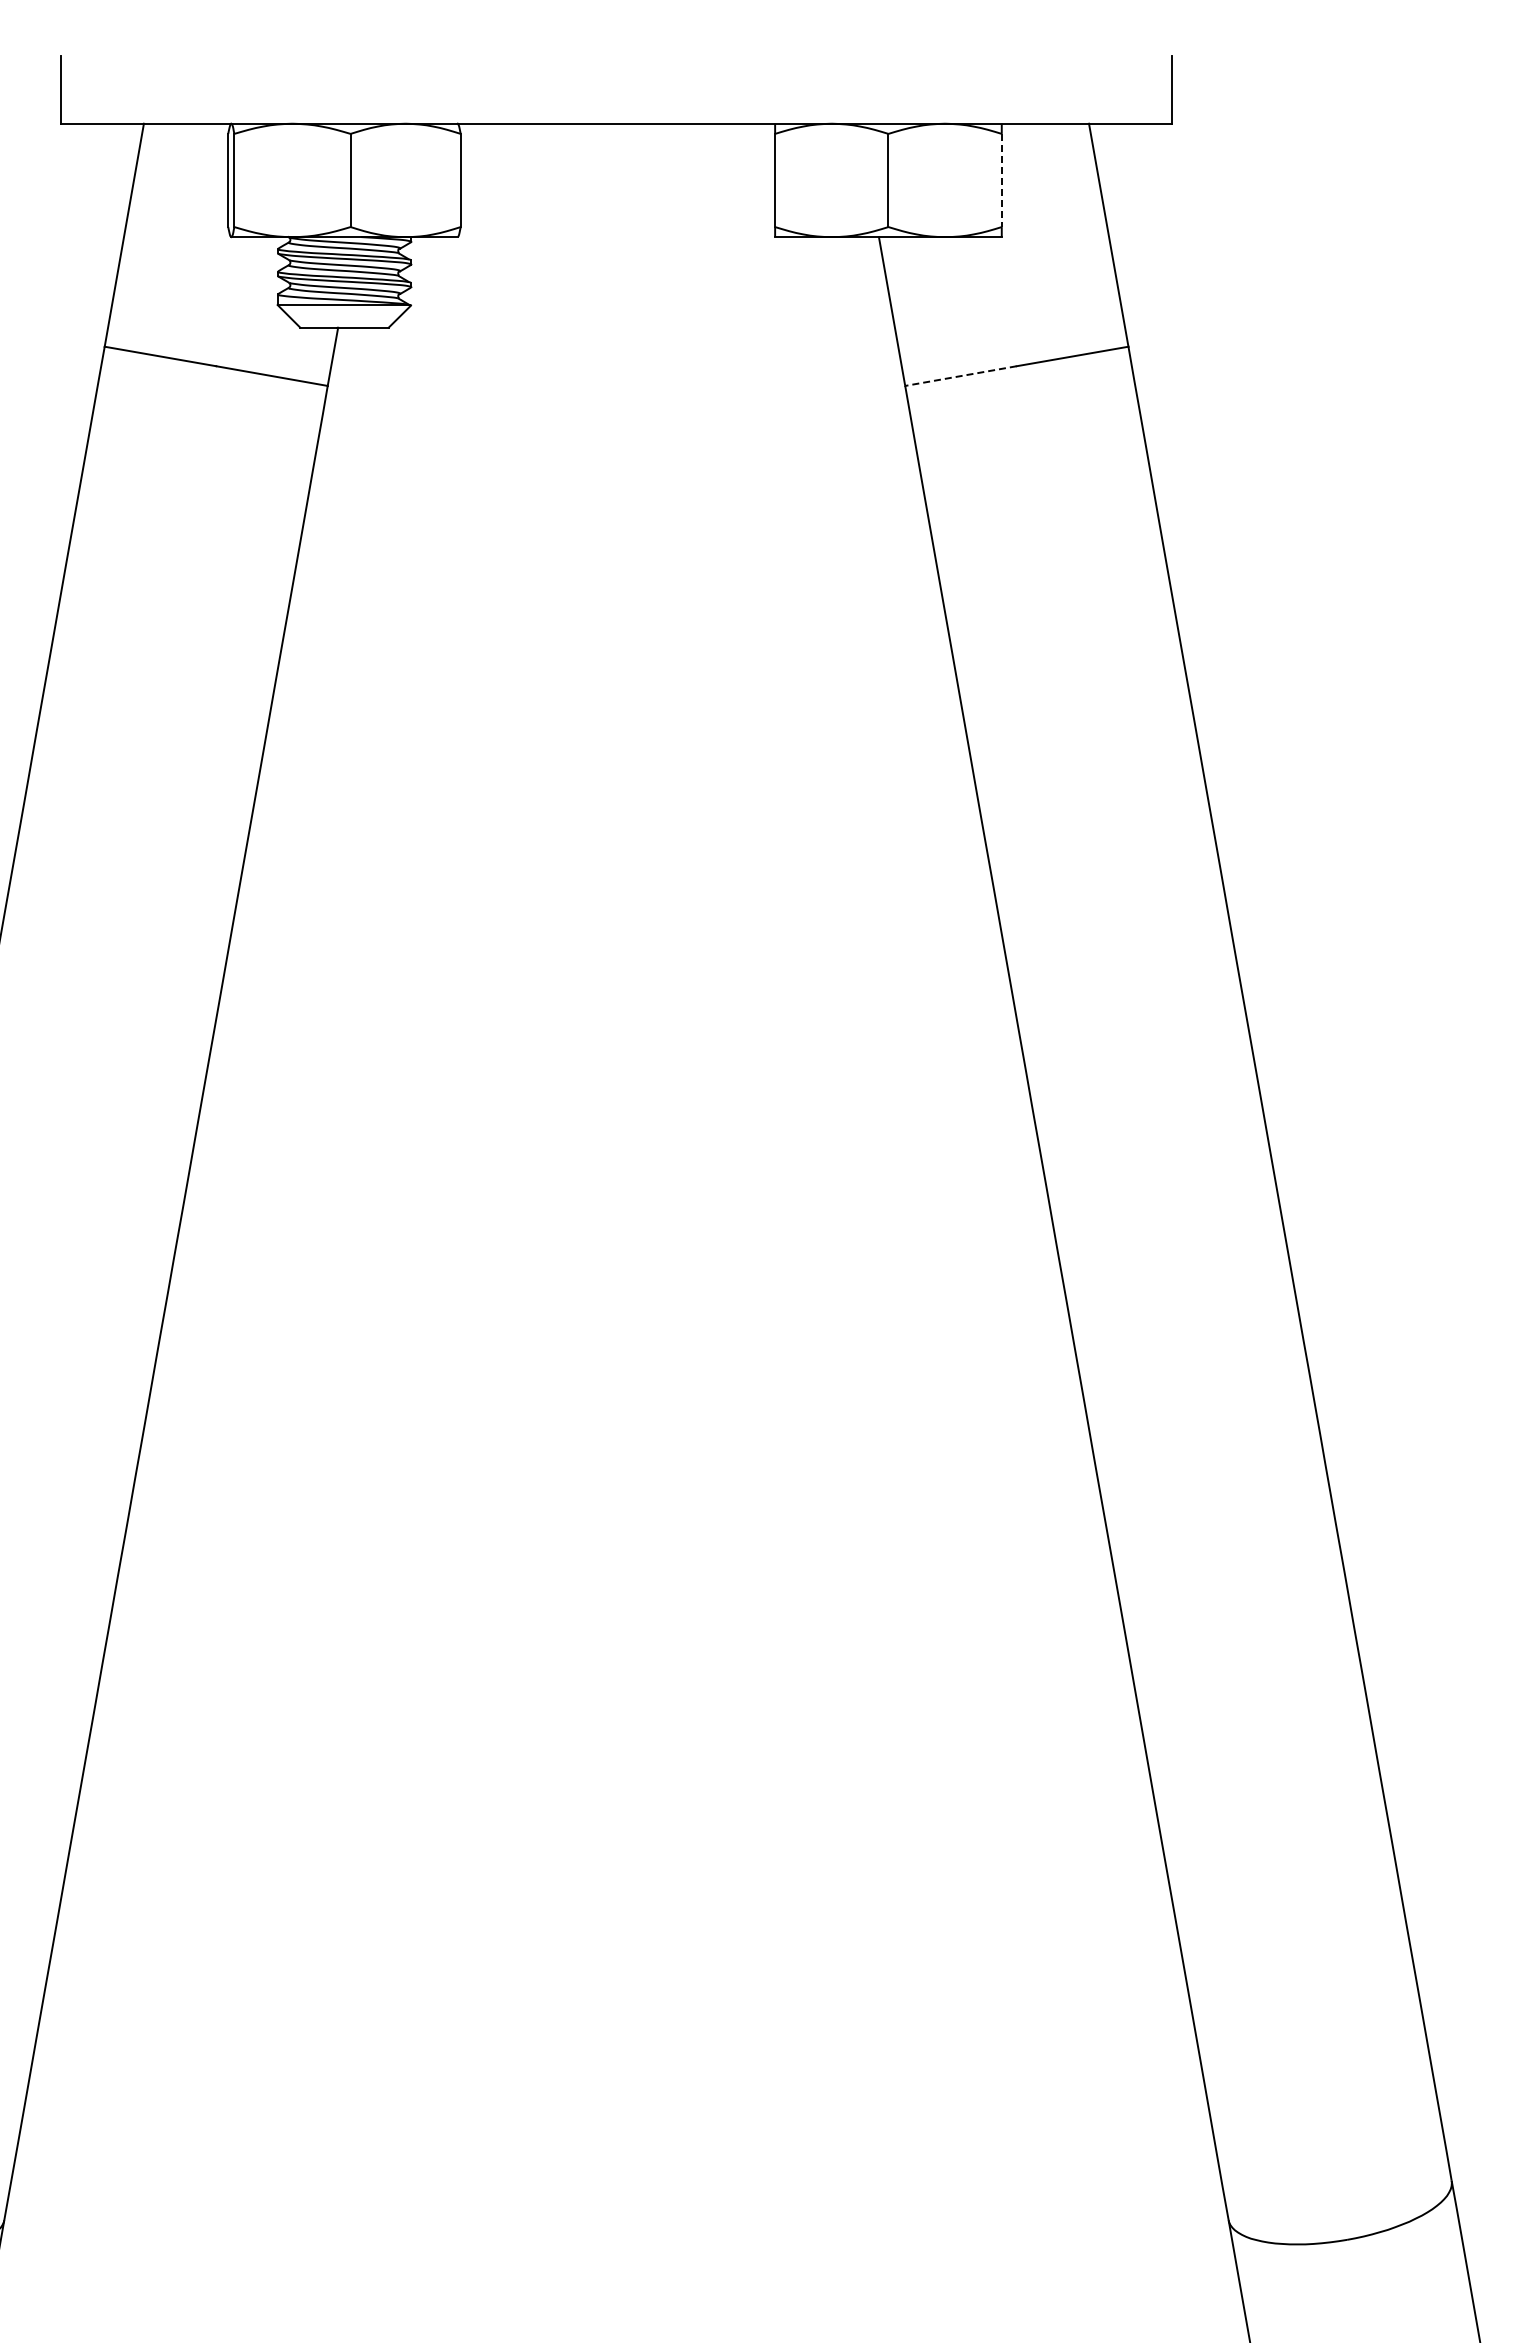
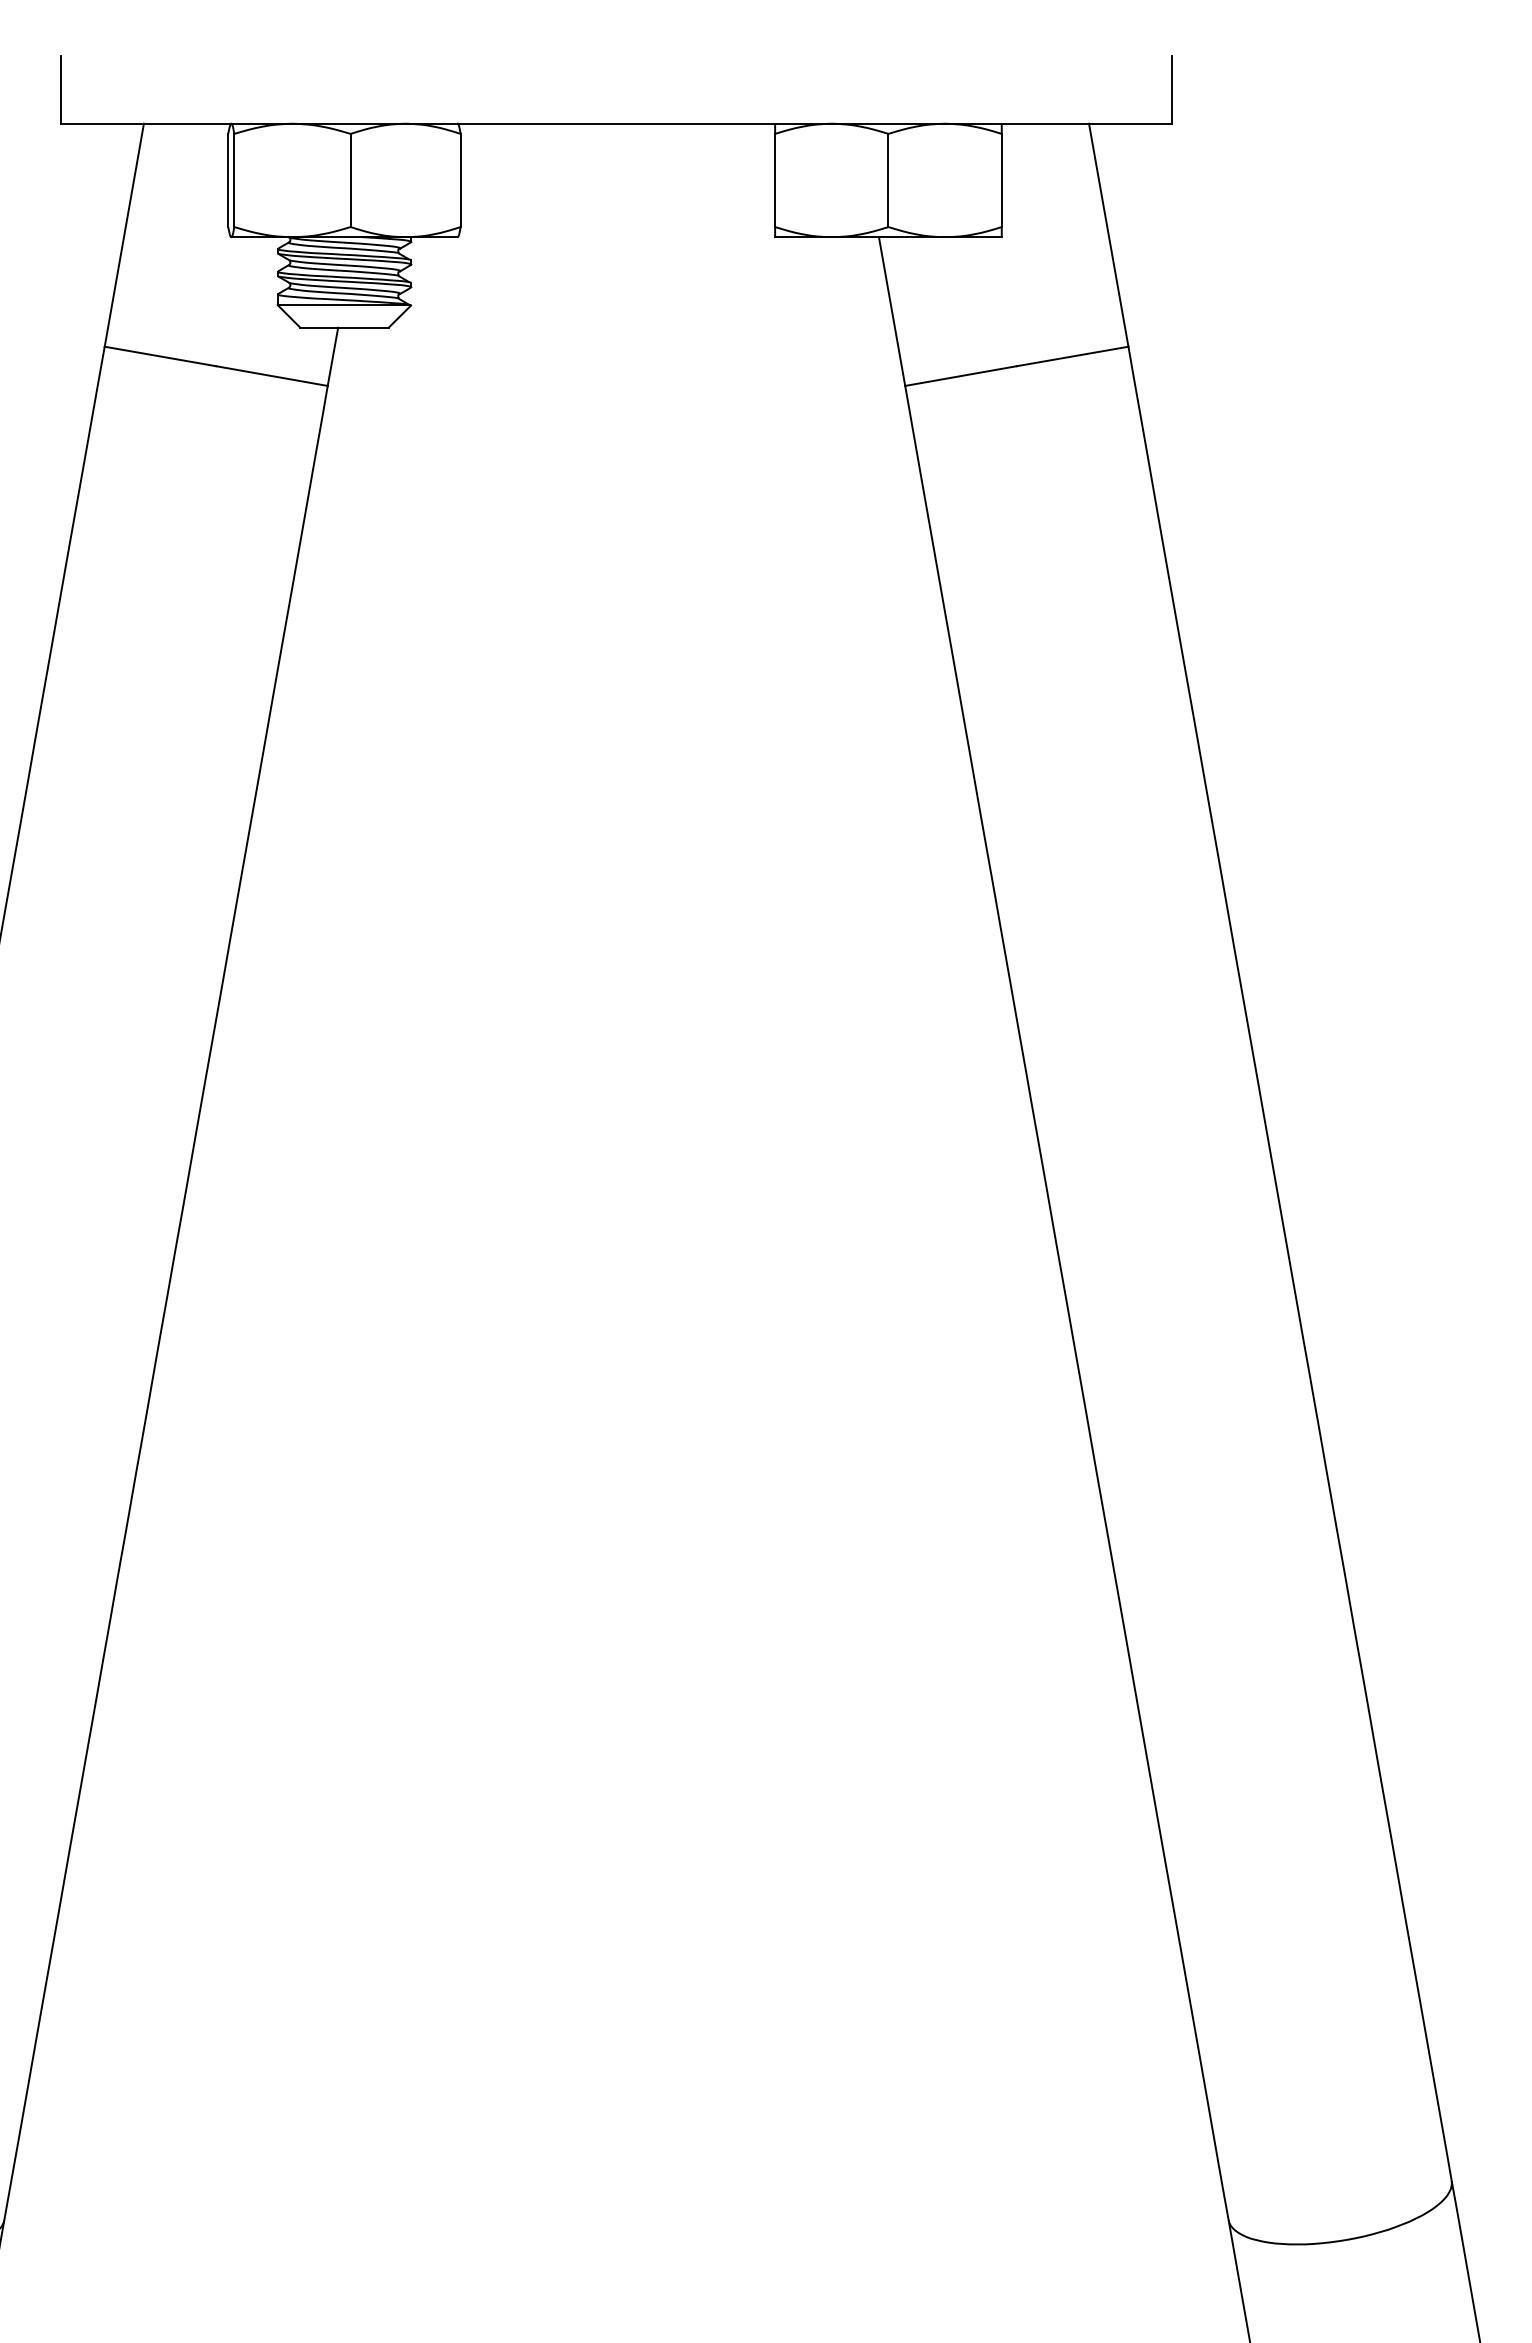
line at (1001, 180): dashed -> solid
line at (960, 376): dashed -> solid
